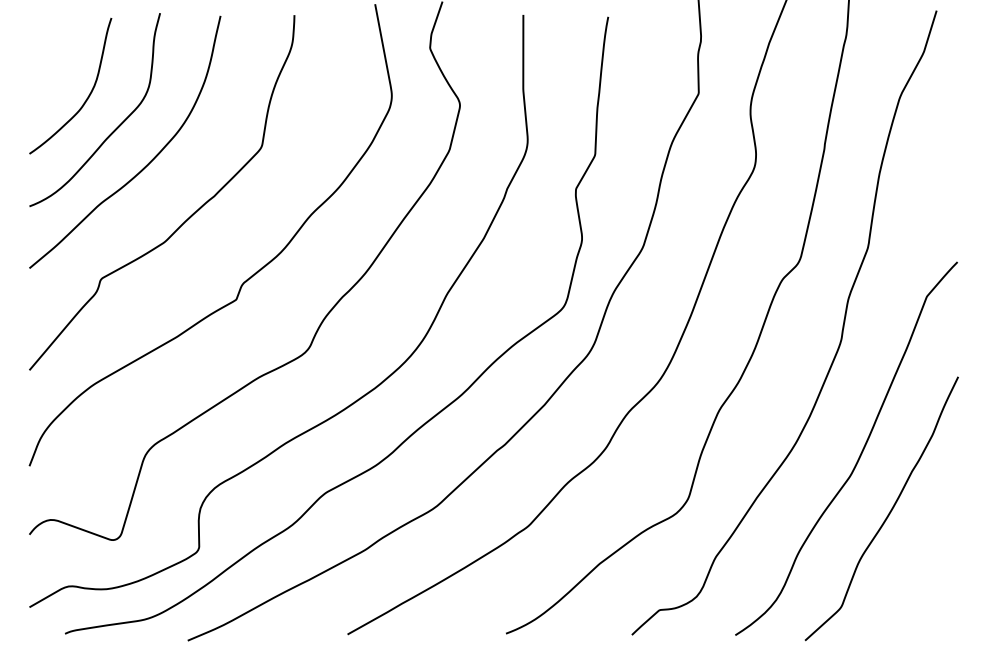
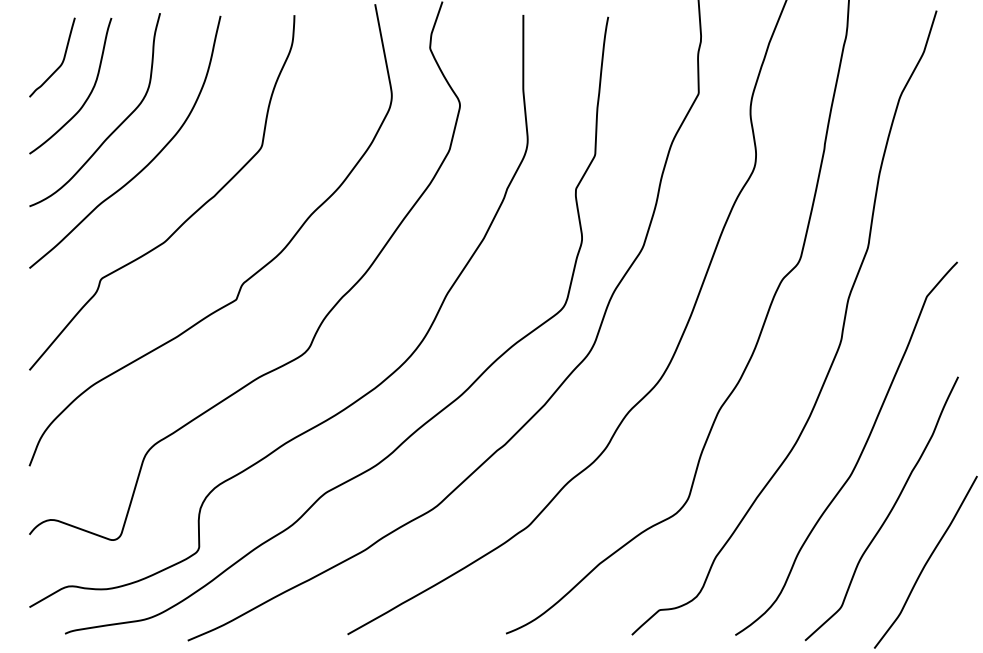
curve at (62, 59): none -> present
curve at (926, 561): none -> present
